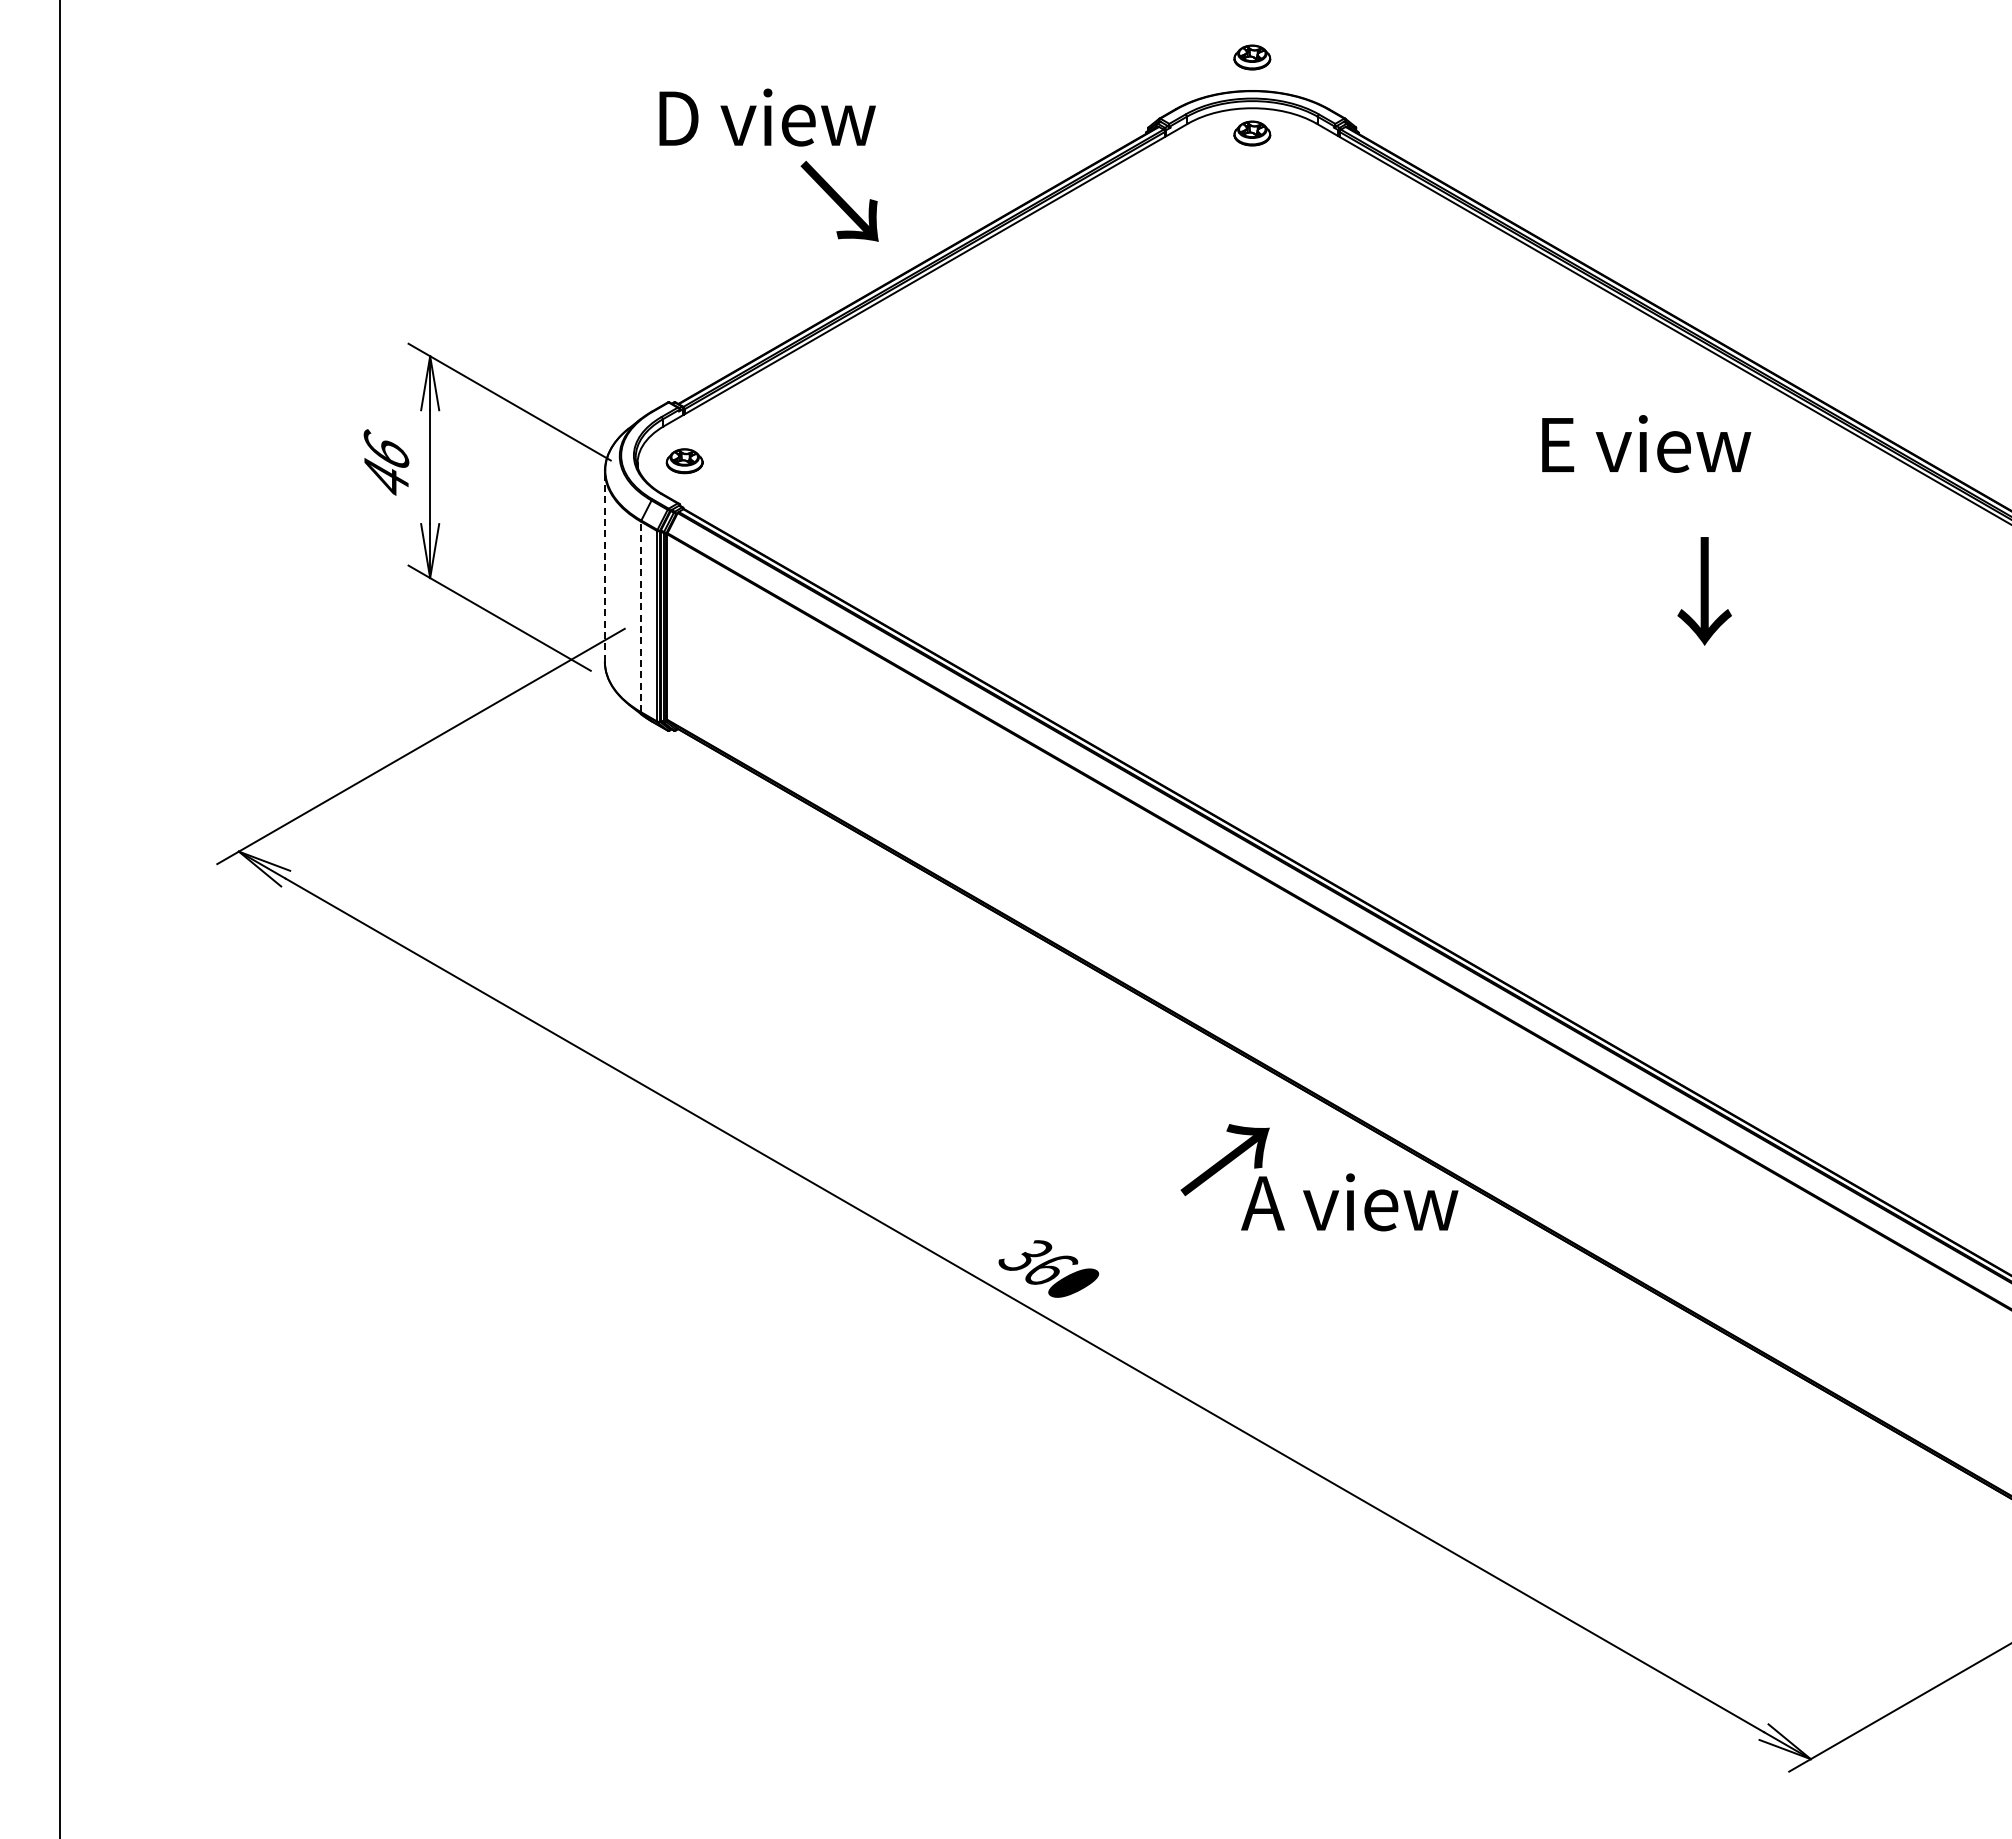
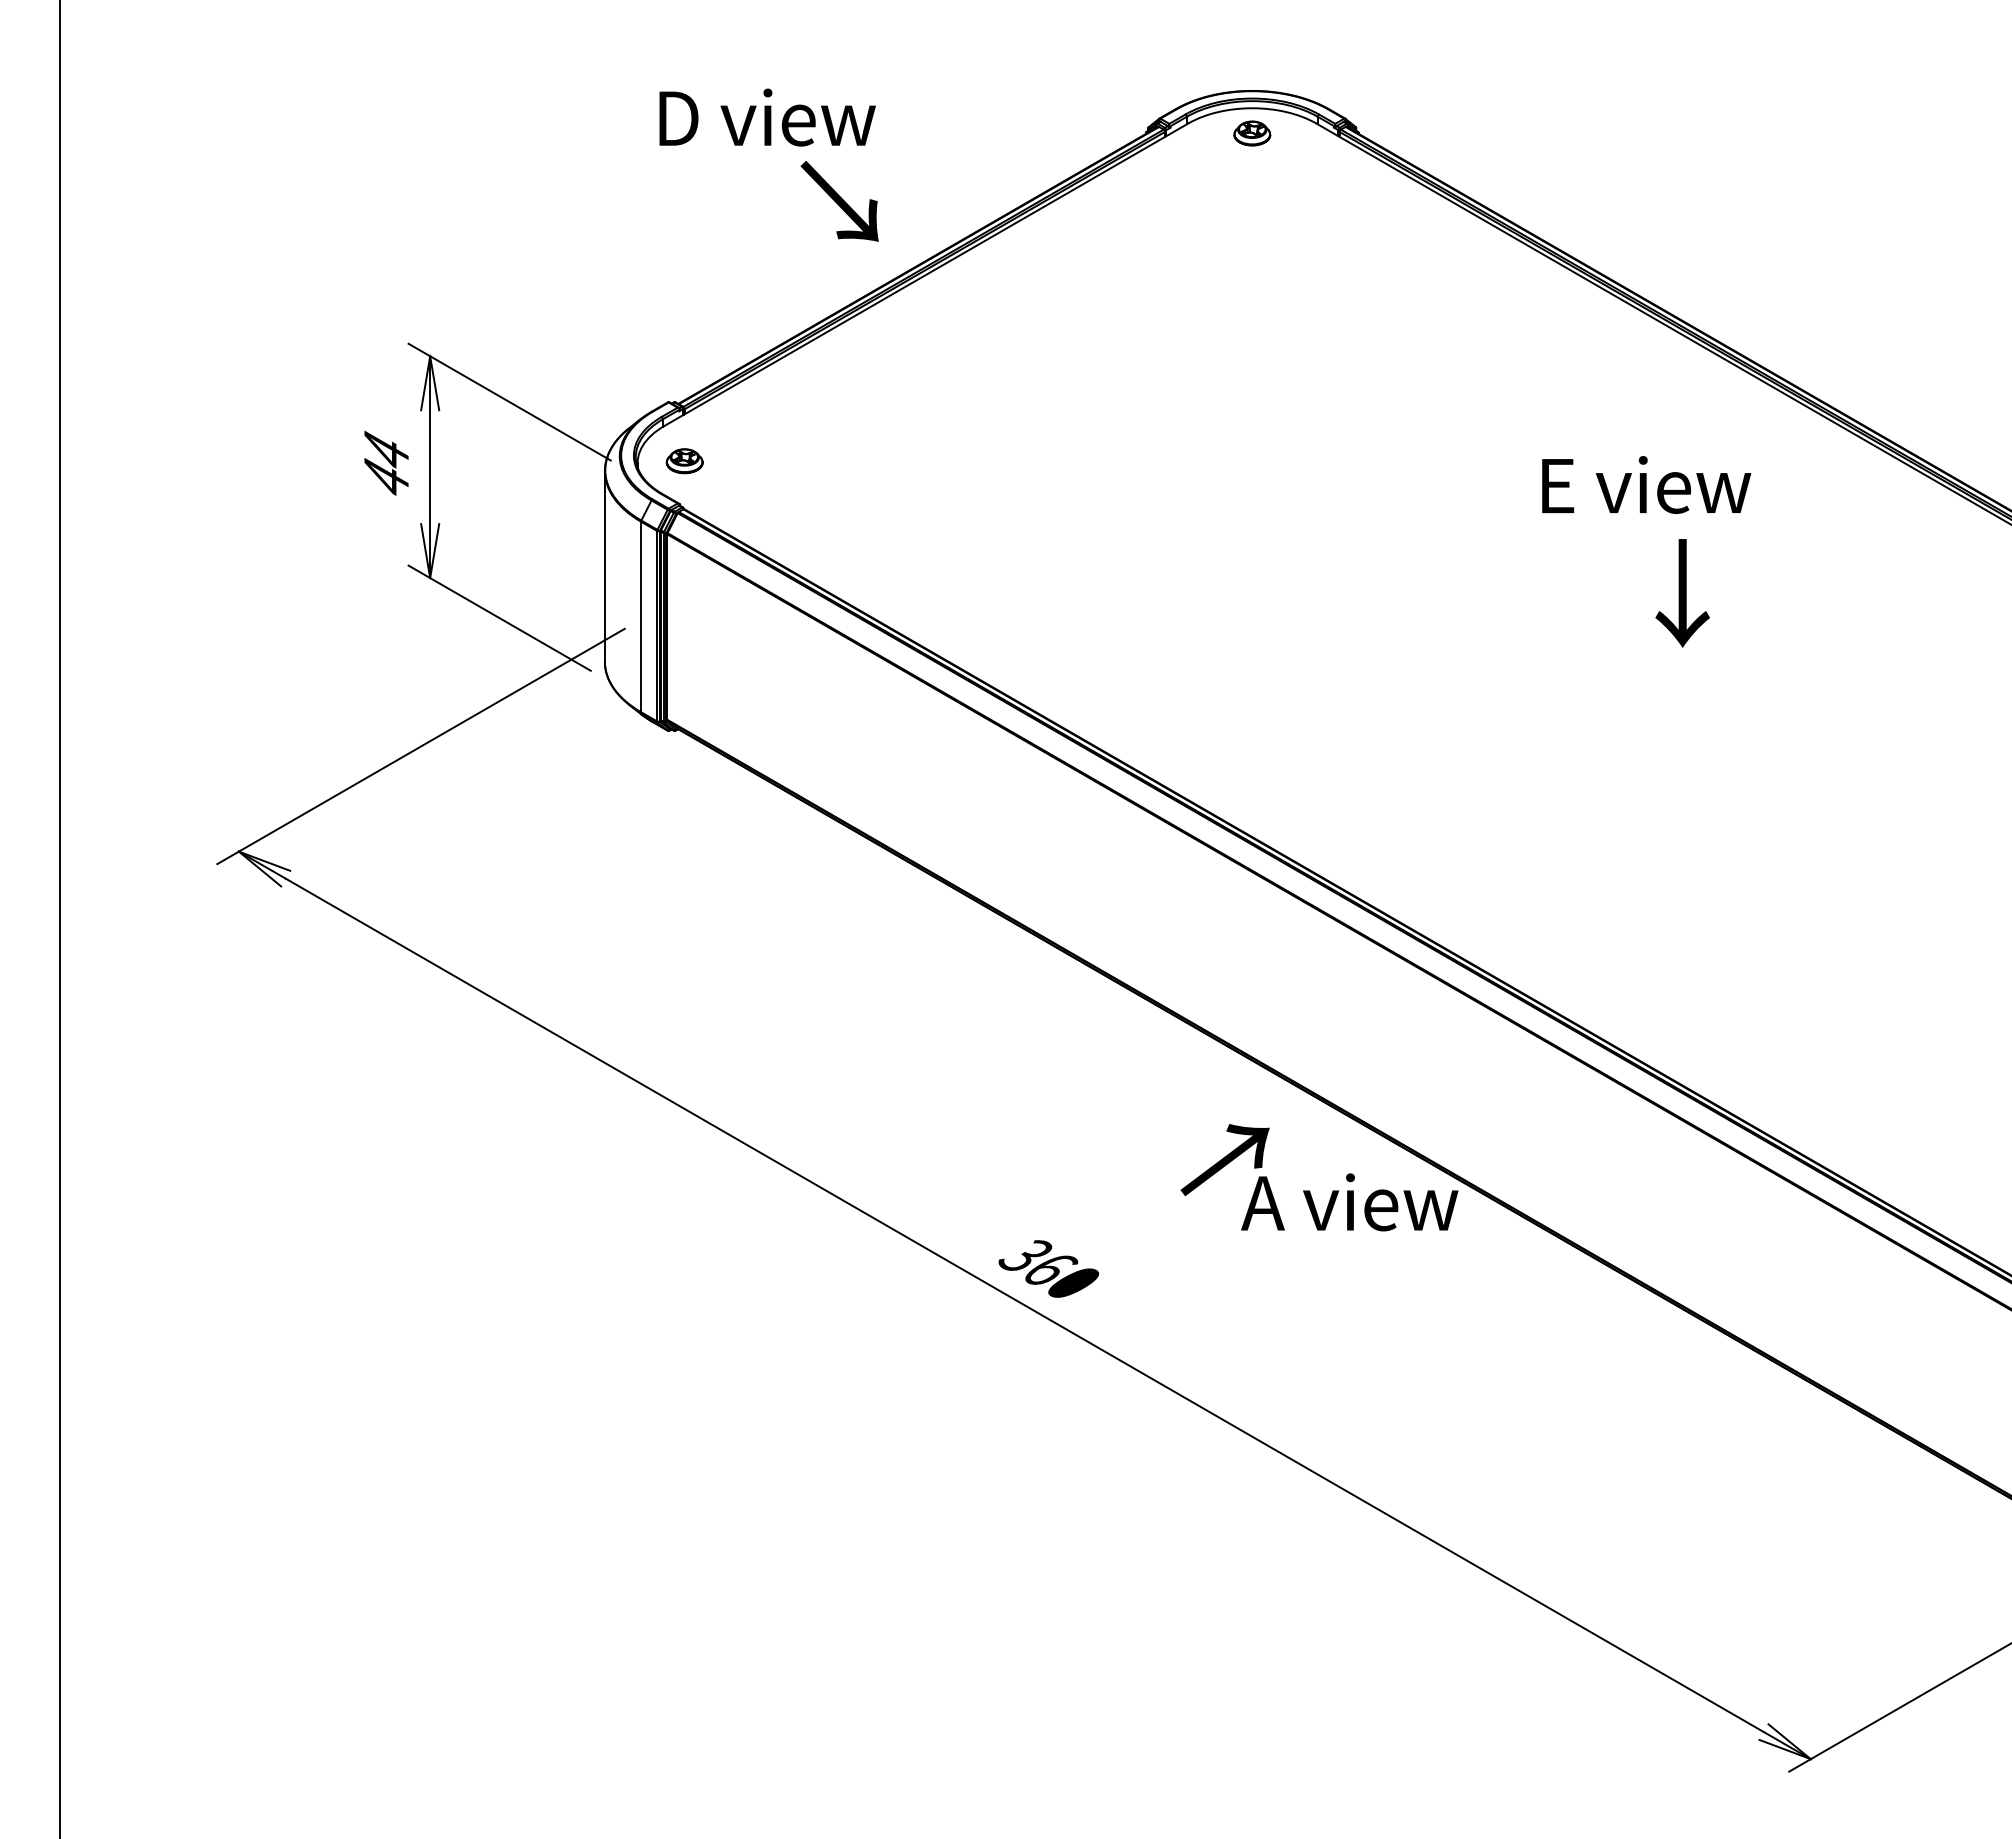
part at (1252, 57): present -> none
text at (1646, 443) position: (1646, 443) -> (1646, 484)
text at (386, 448): 46 -> 44
line at (604, 566): dashed -> solid
text at (1704, 591) position: (1704, 591) -> (1682, 593)
line at (641, 616): dashed -> solid
